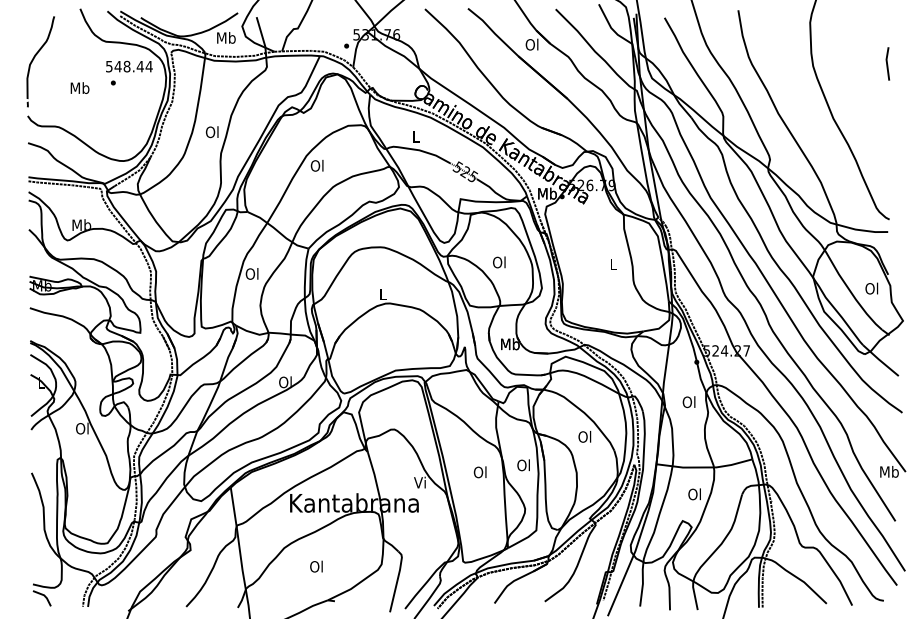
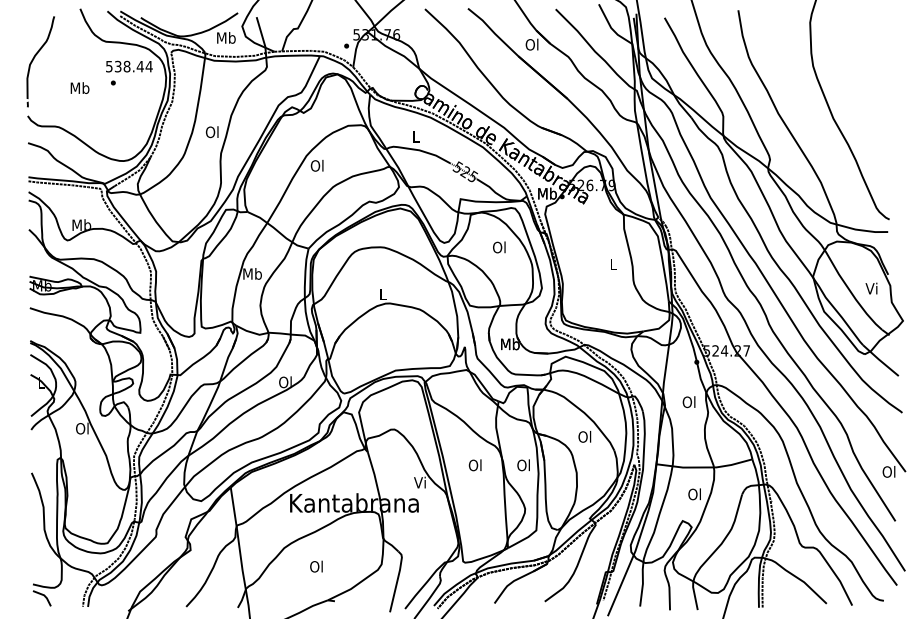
line at (887, 63): present -> none
text at (117, 66): 548.44 -> 538.44
text at (499, 262) position: (499, 262) -> (499, 247)
text at (252, 273): Ol -> Mb
text at (871, 288): Ol -> Vi
text at (889, 471): Mb -> Ol
text at (479, 472) position: (479, 472) -> (474, 465)
